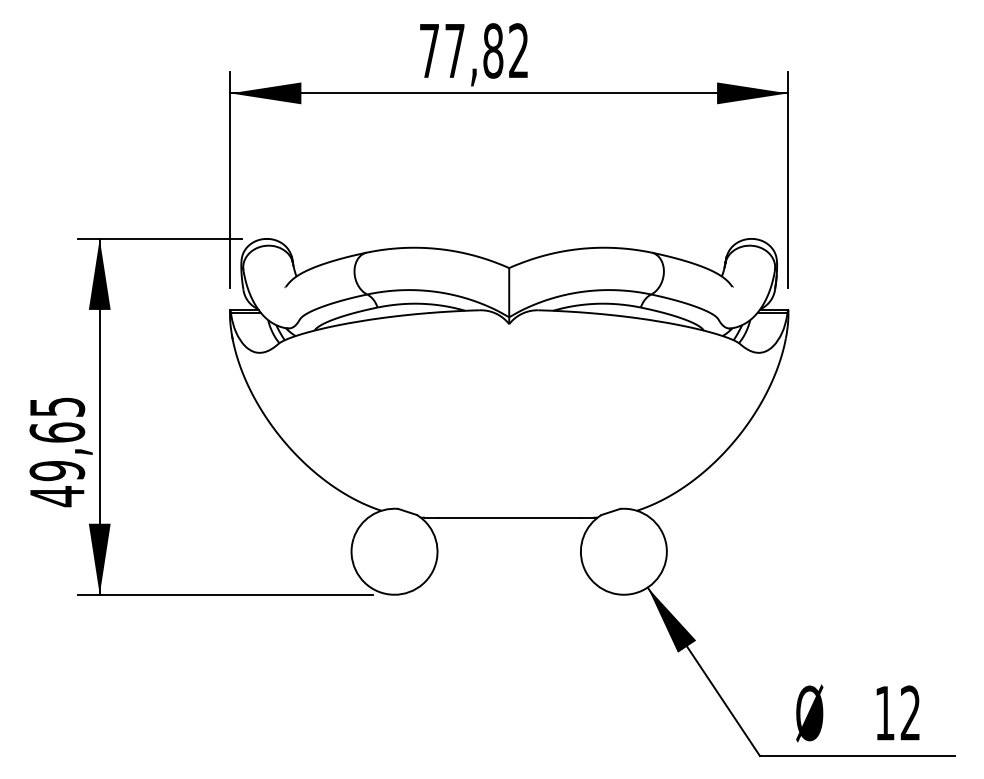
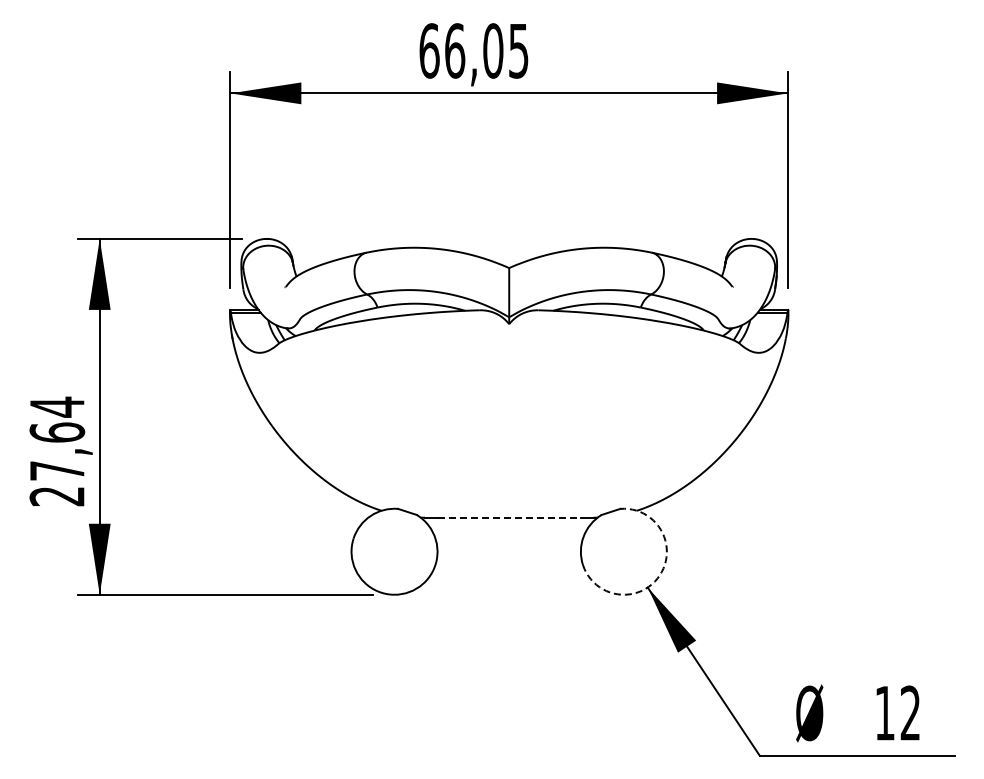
text at (473, 50): 77,82 -> 66,05
text at (57, 451): 49,65 -> 27,64
line at (509, 517): solid -> dashed
arc at (659, 575): solid -> dashed
